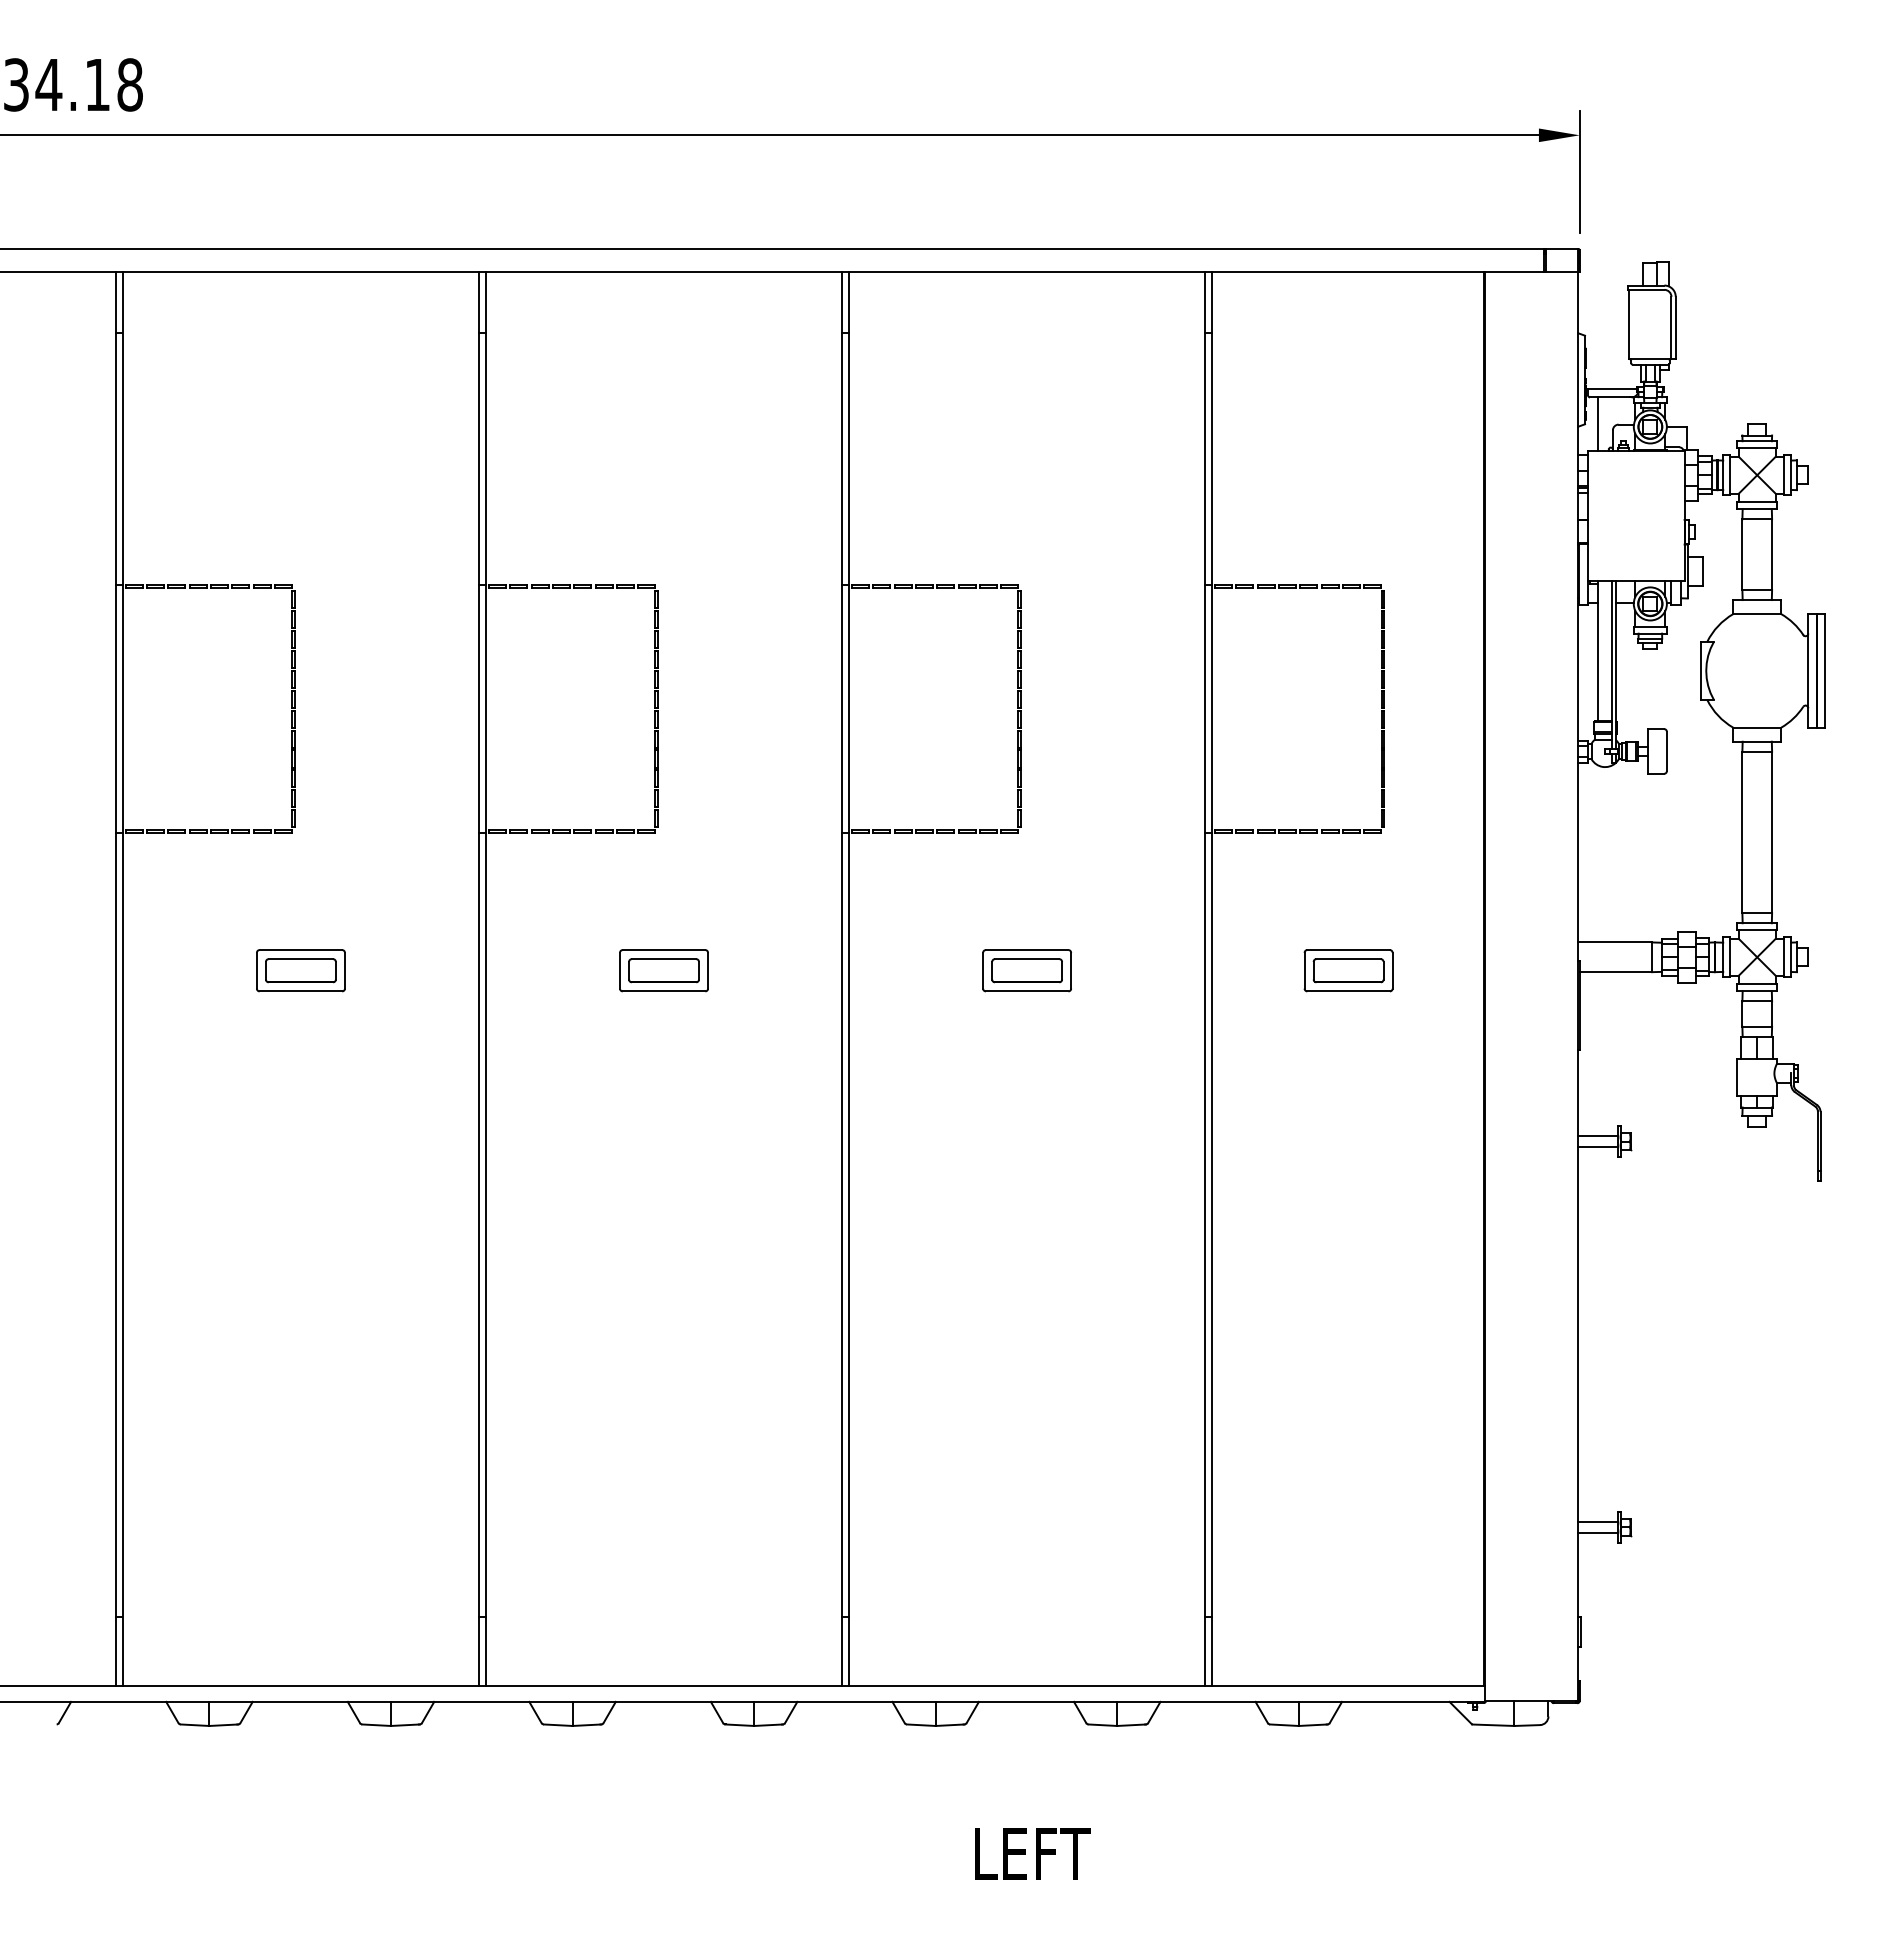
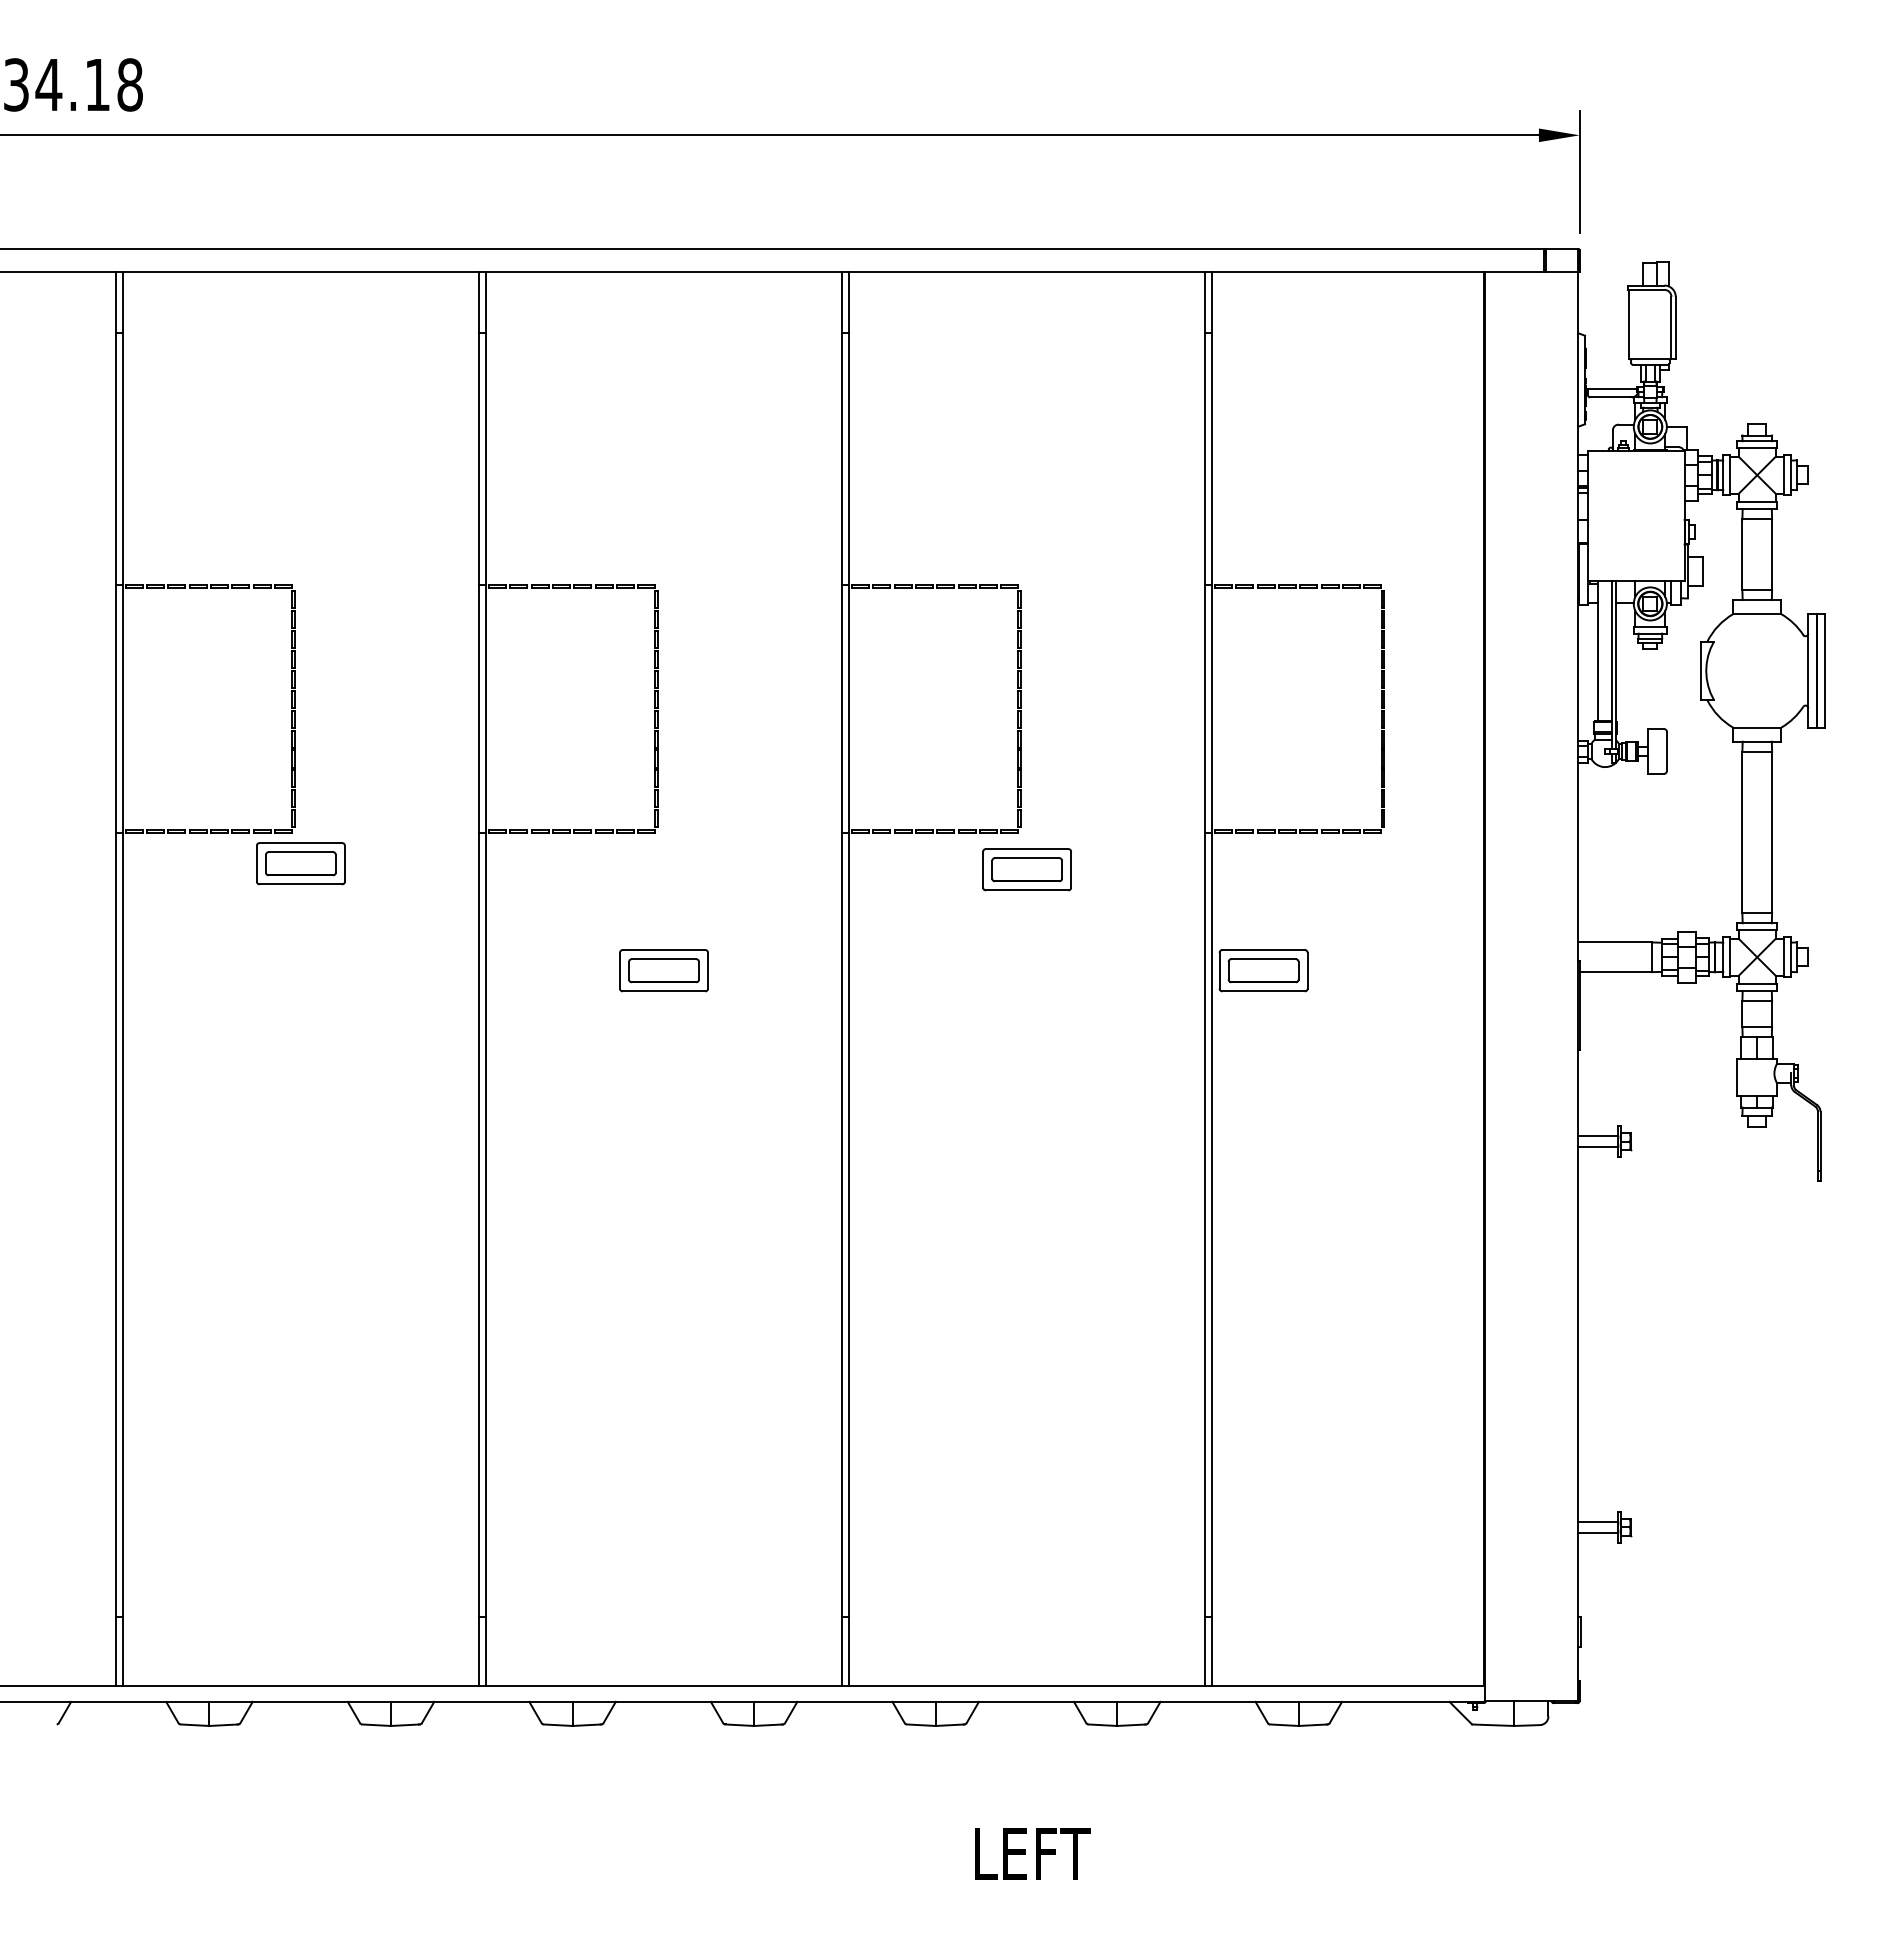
line at (1598, 423): present -> none
part at (300, 970) position: (300, 970) -> (300, 863)
part at (1026, 970) position: (1026, 970) -> (1026, 869)
part at (1348, 970) position: (1348, 970) -> (1263, 970)
